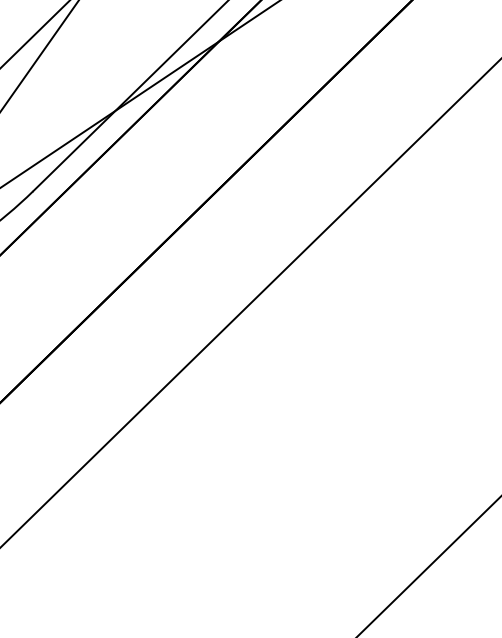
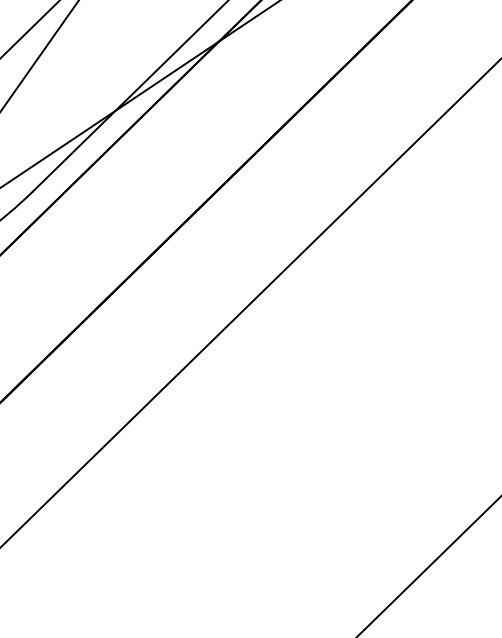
line at (35, 34) position: (35, 34) -> (29, 29)
